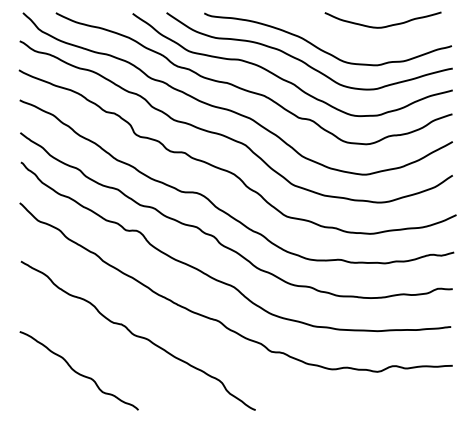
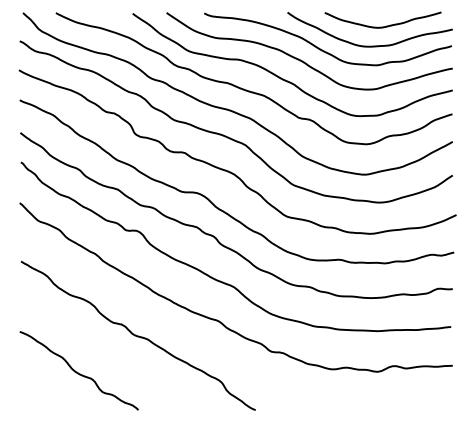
curve at (369, 45): none -> present
